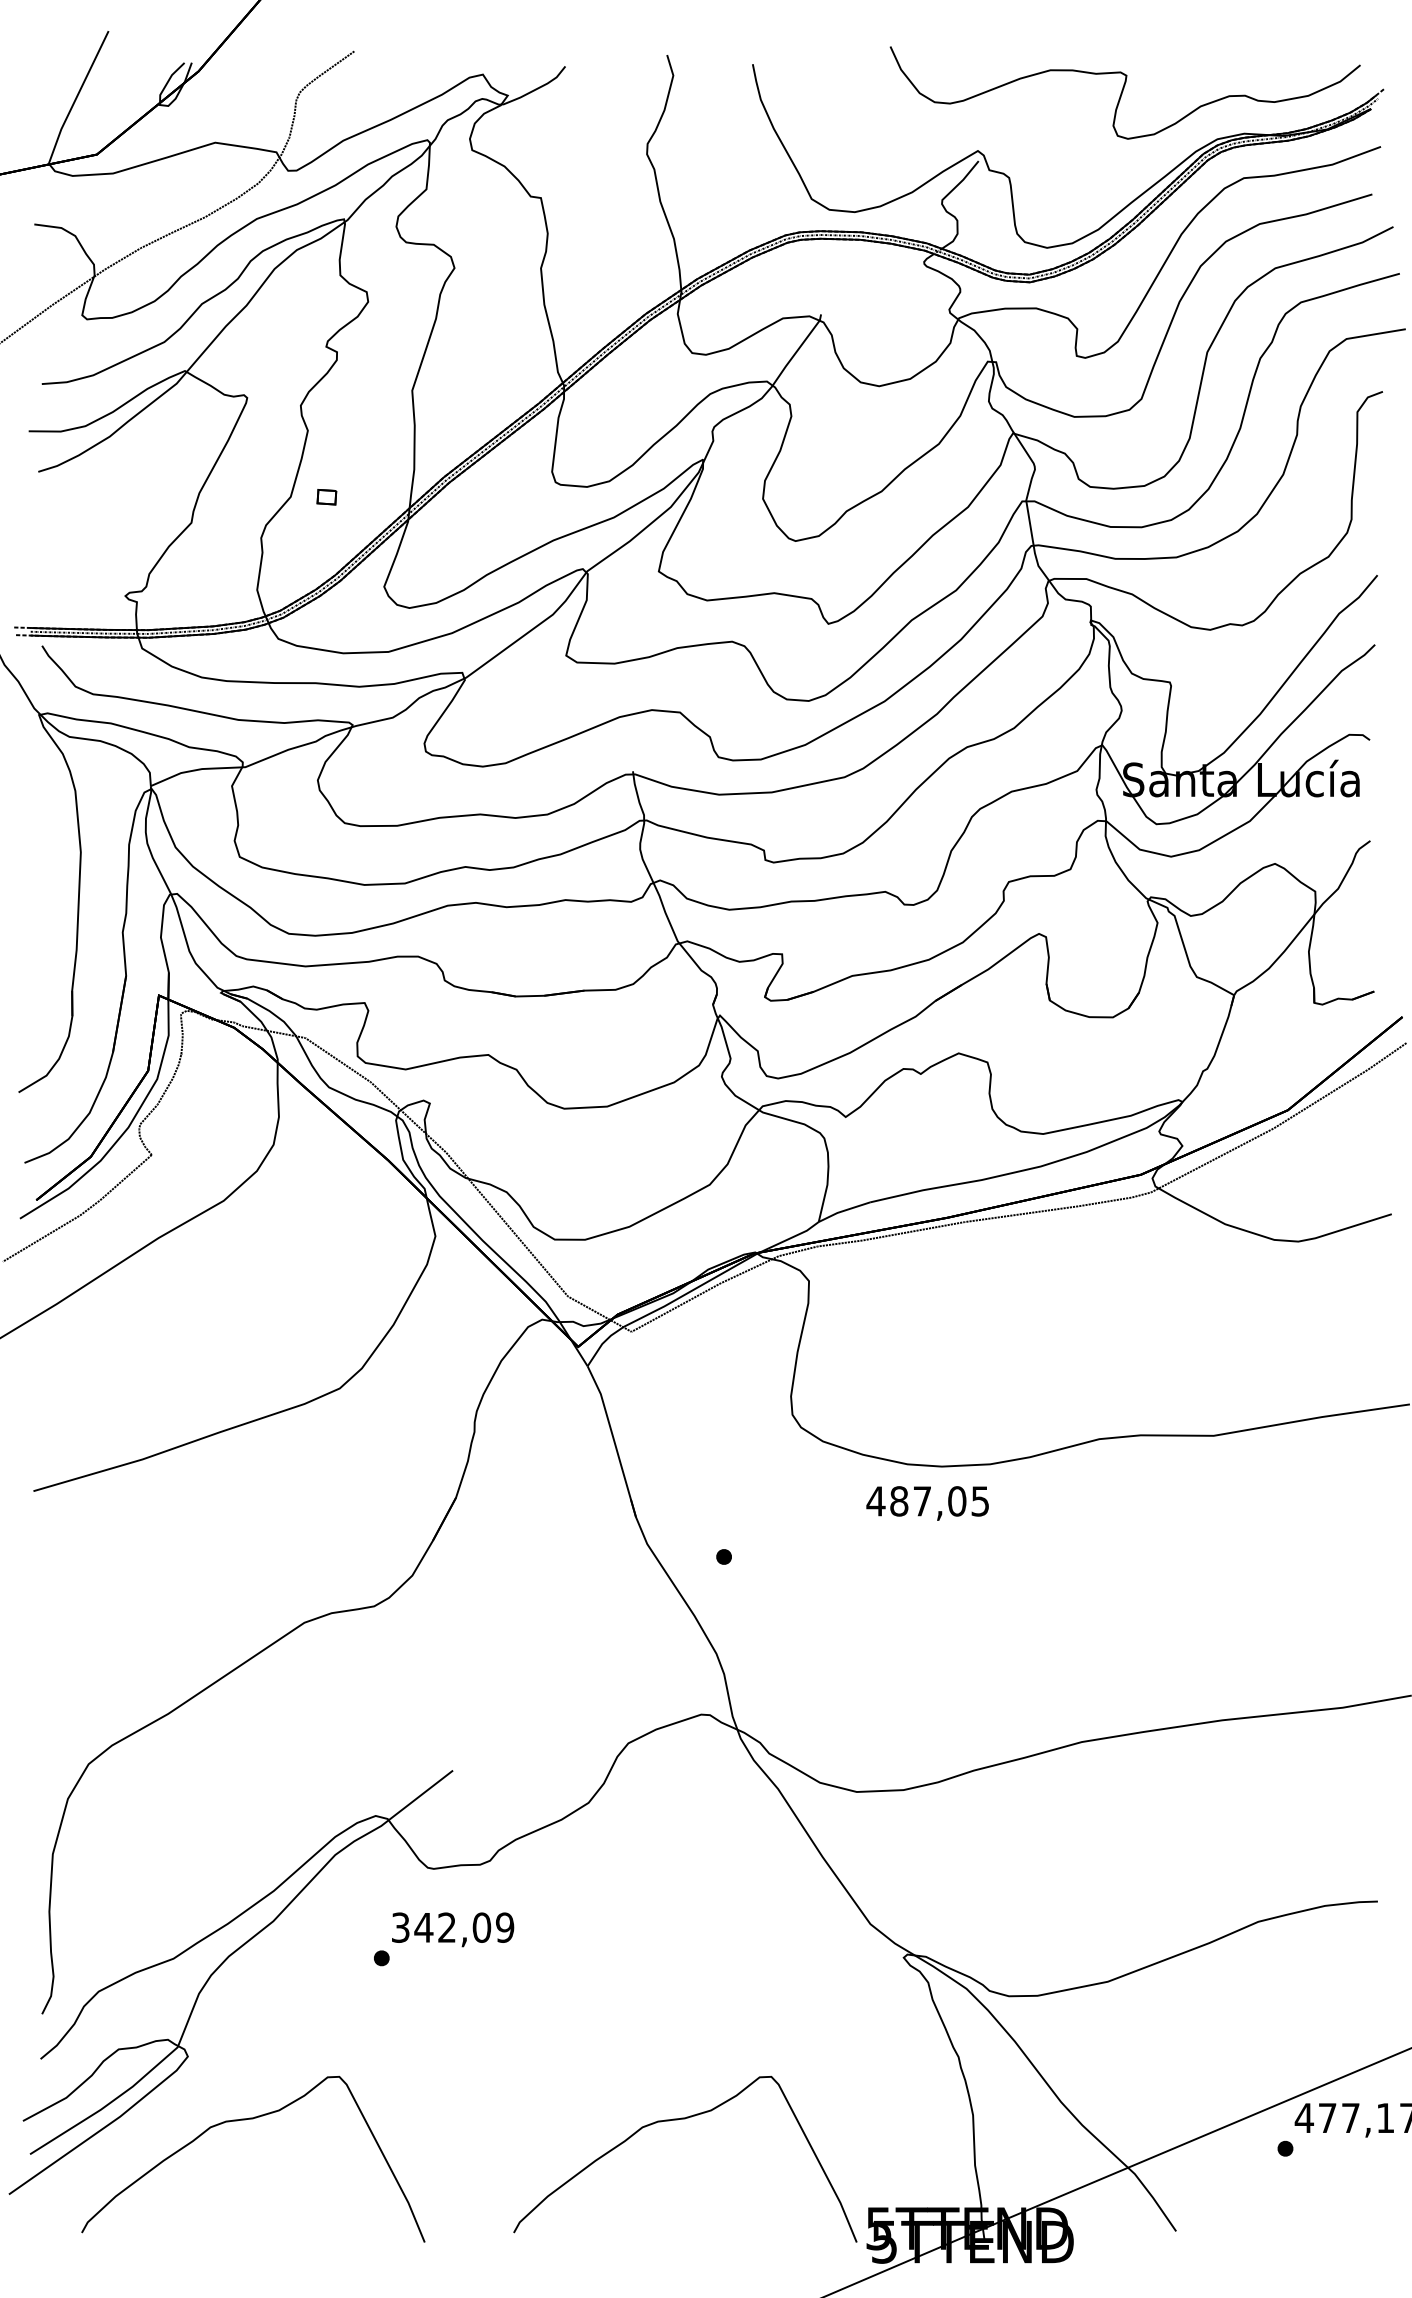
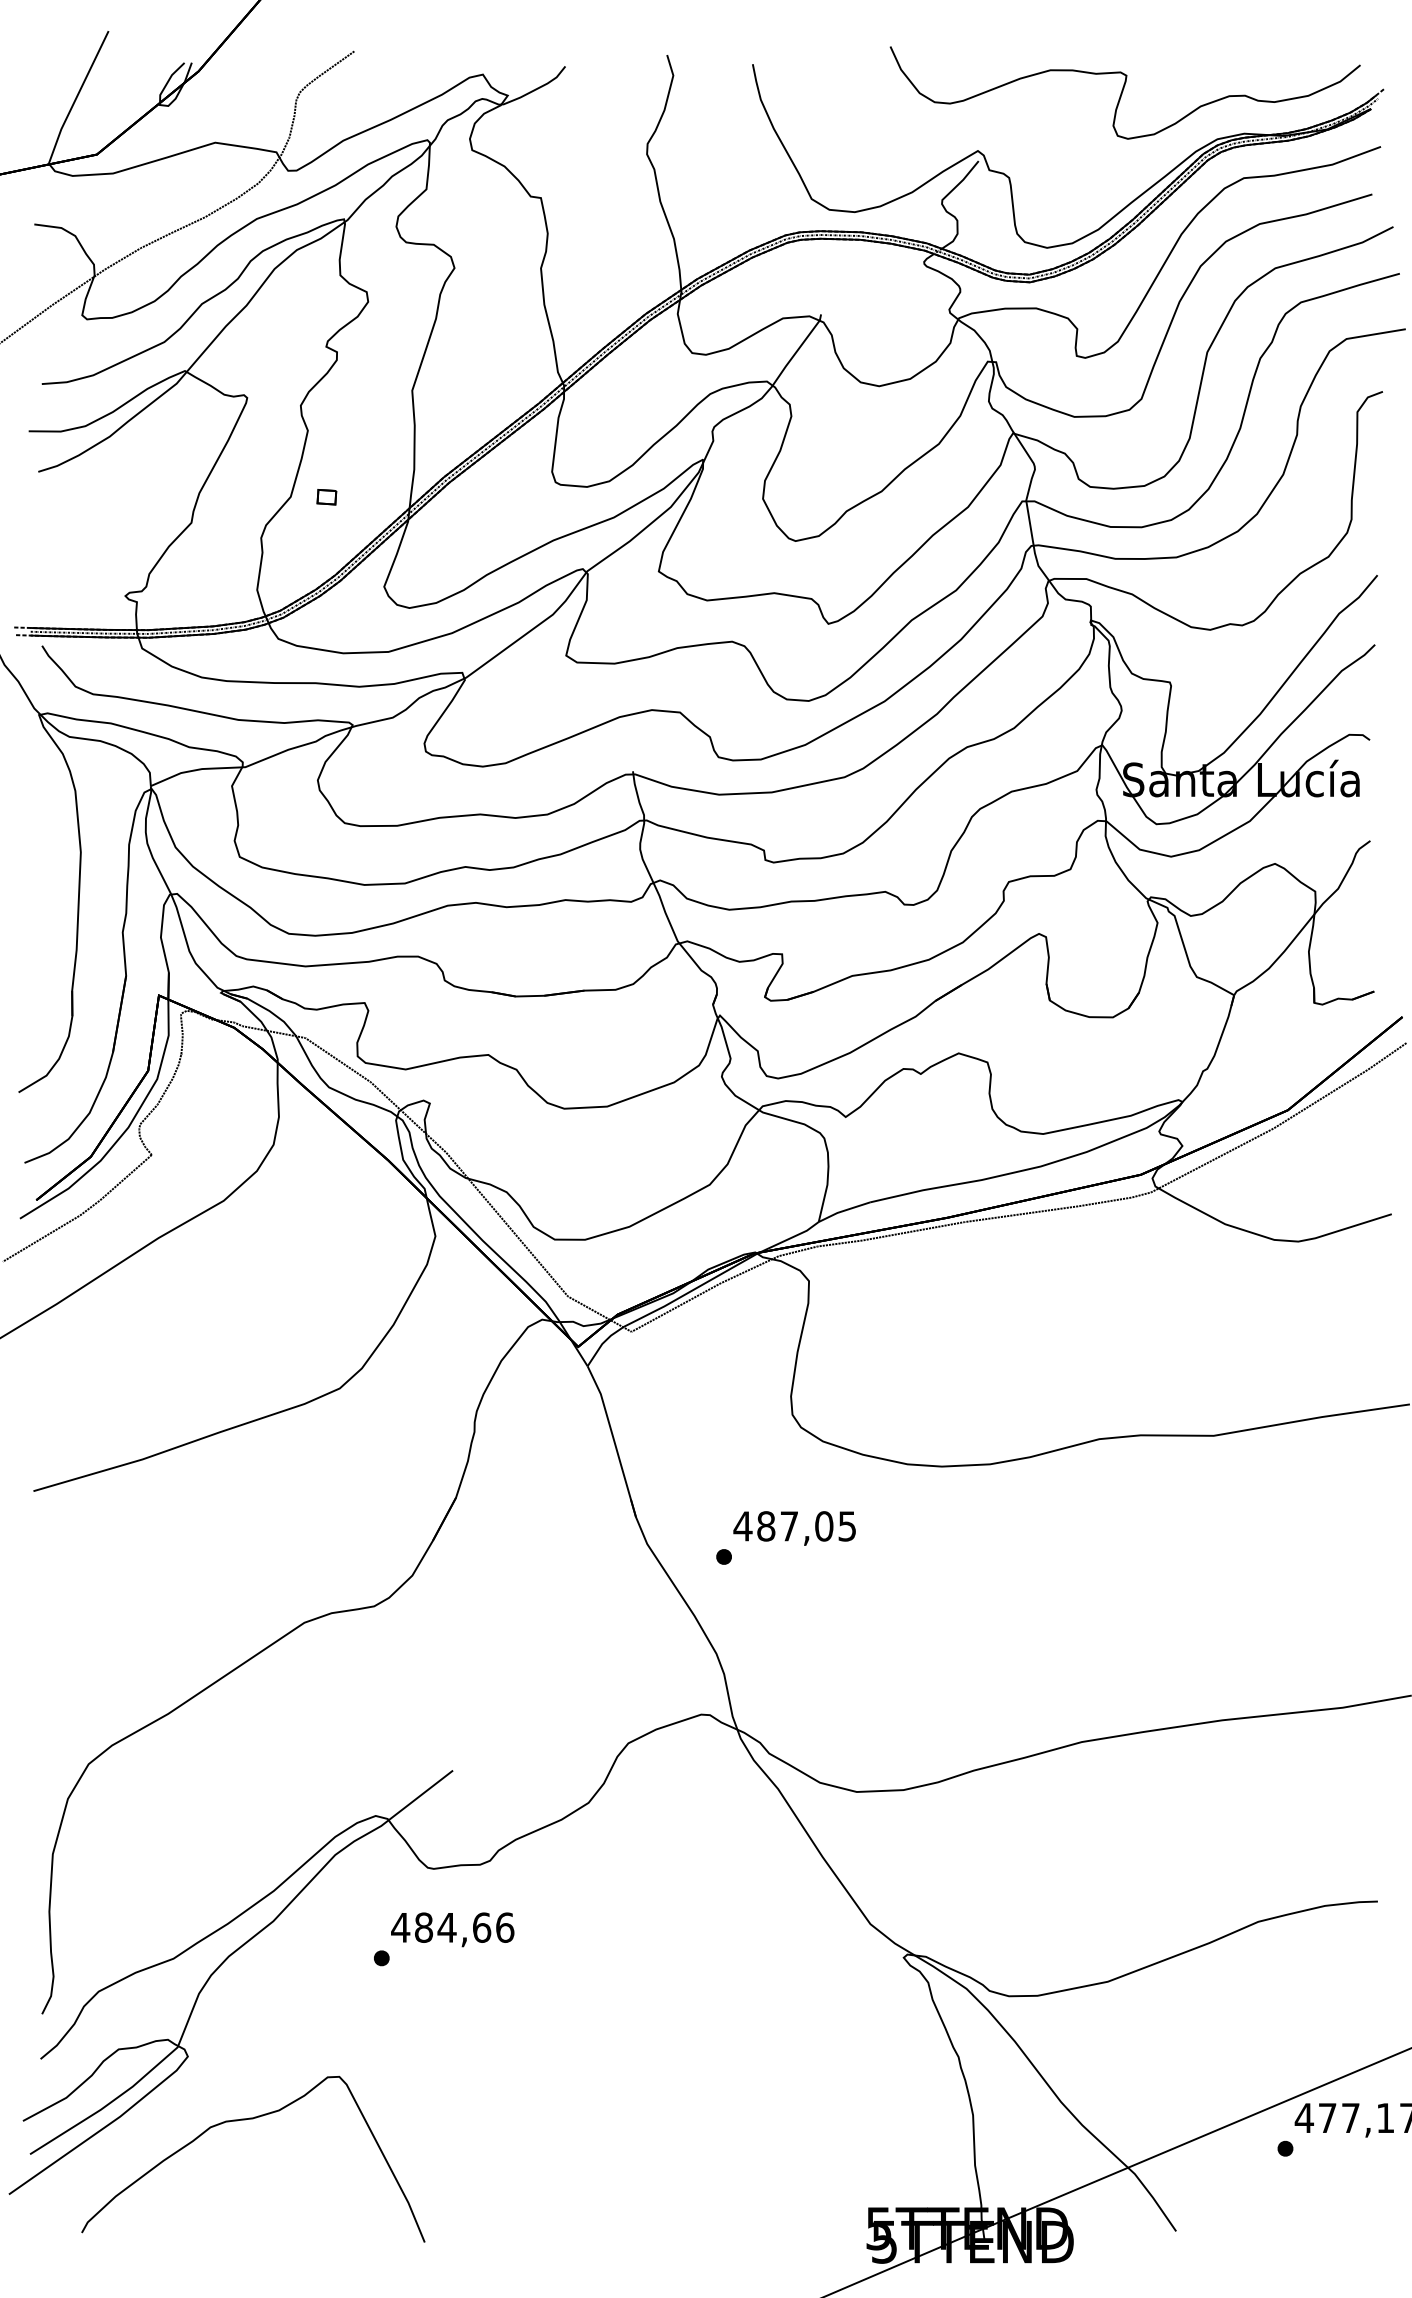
text at (927, 1503) position: (927, 1503) -> (794, 1528)
text at (452, 1927): 342,09 -> 484,66
curve at (677, 2120): present -> none
